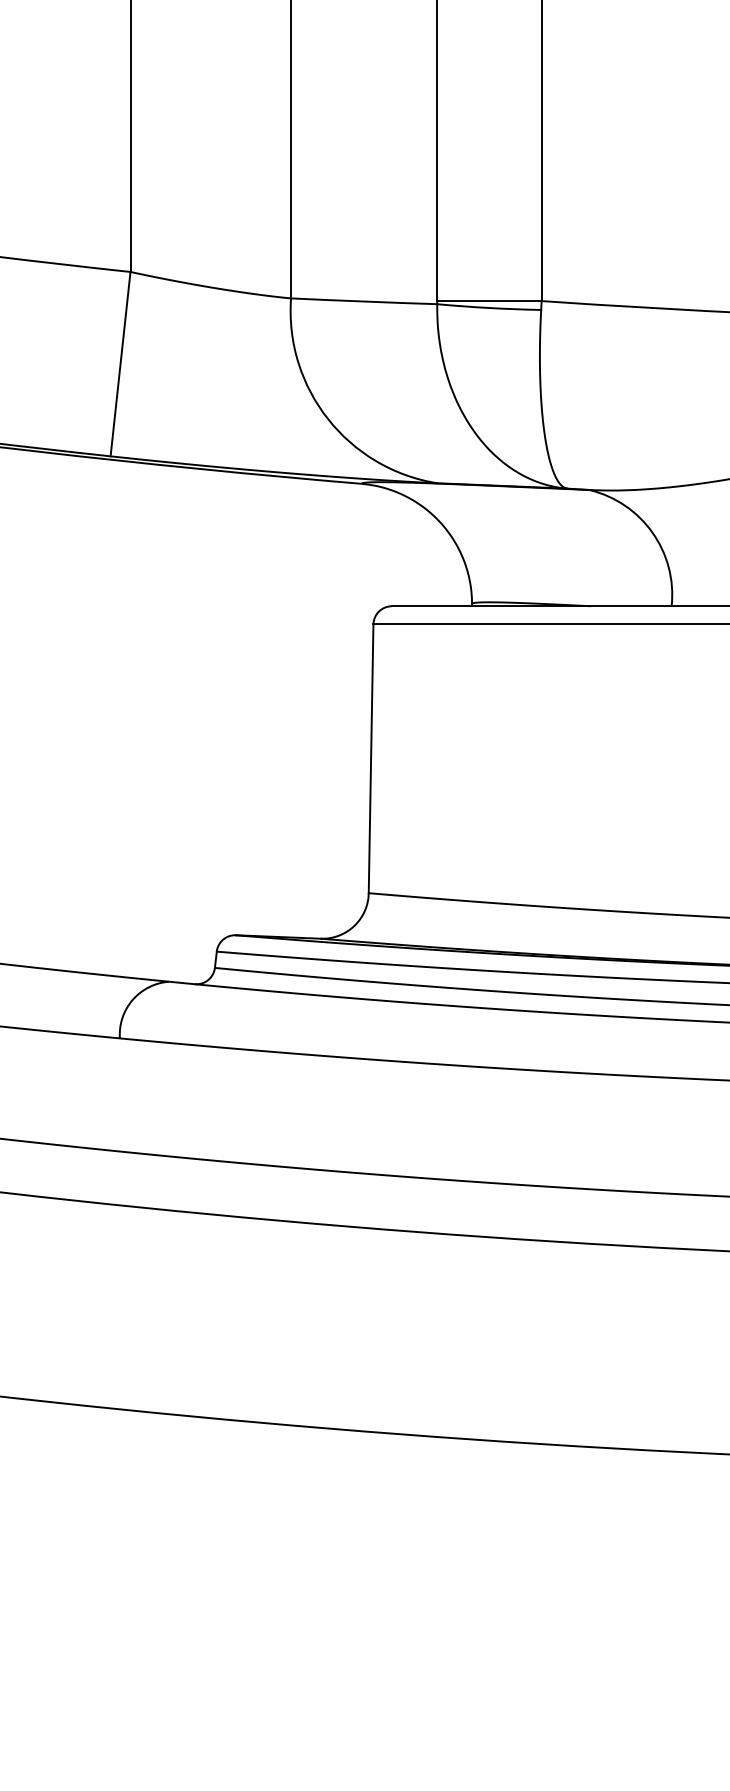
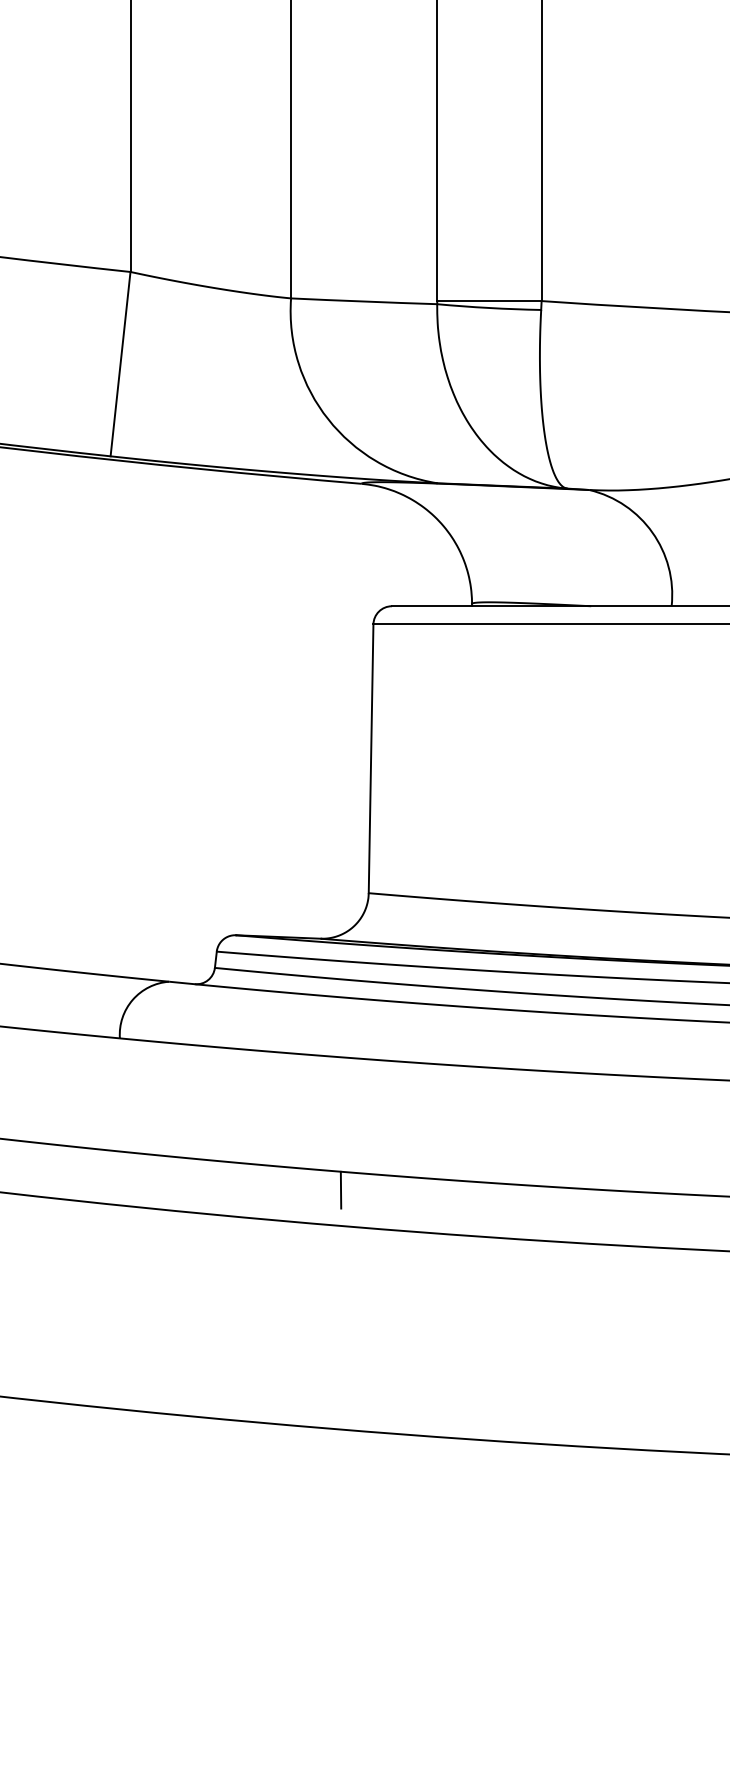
line at (340, 1189): none -> present
